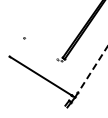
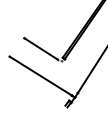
line at (40, 48): none -> present
line at (91, 71): dashed -> solid
